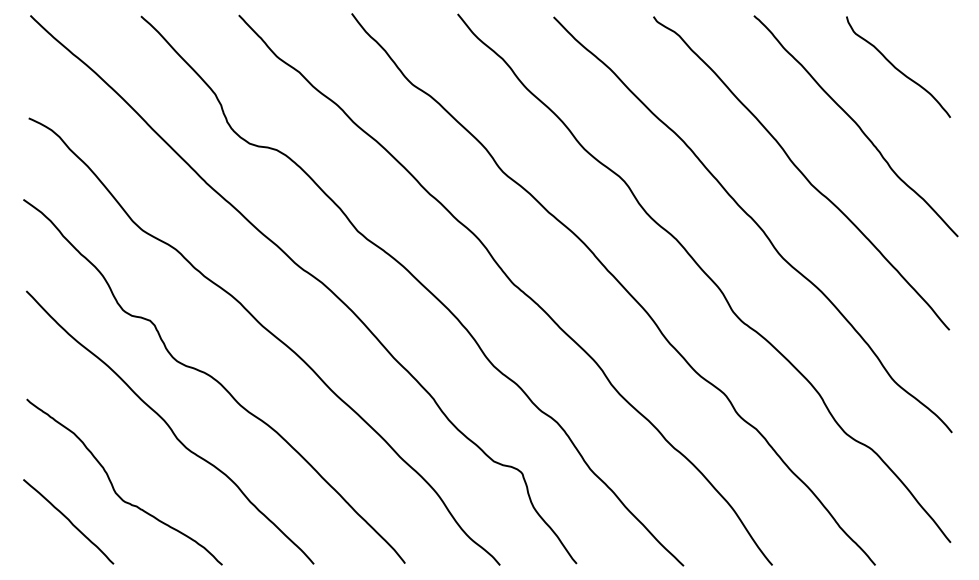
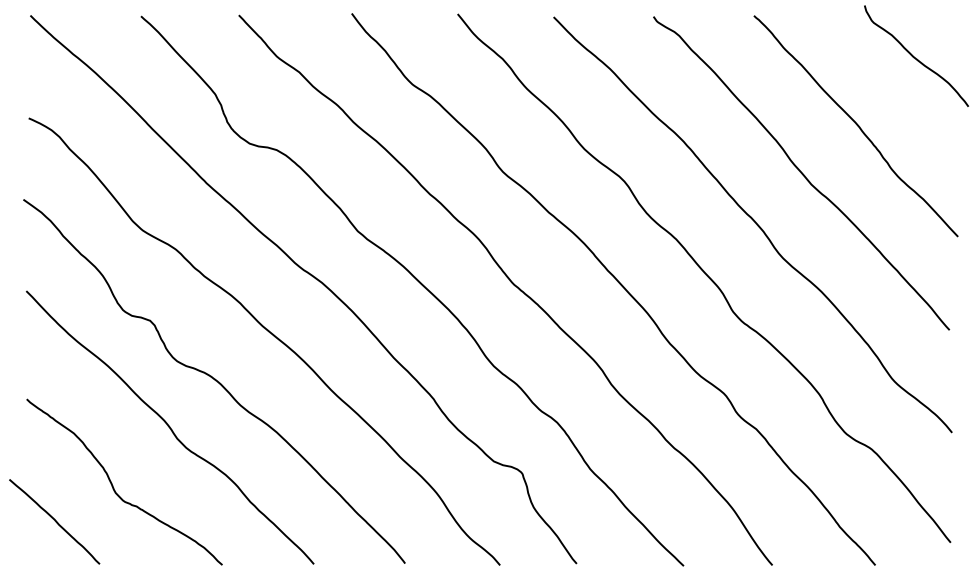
curve at (896, 67) position: (896, 67) -> (914, 56)
curve at (68, 521) position: (68, 521) -> (54, 521)
